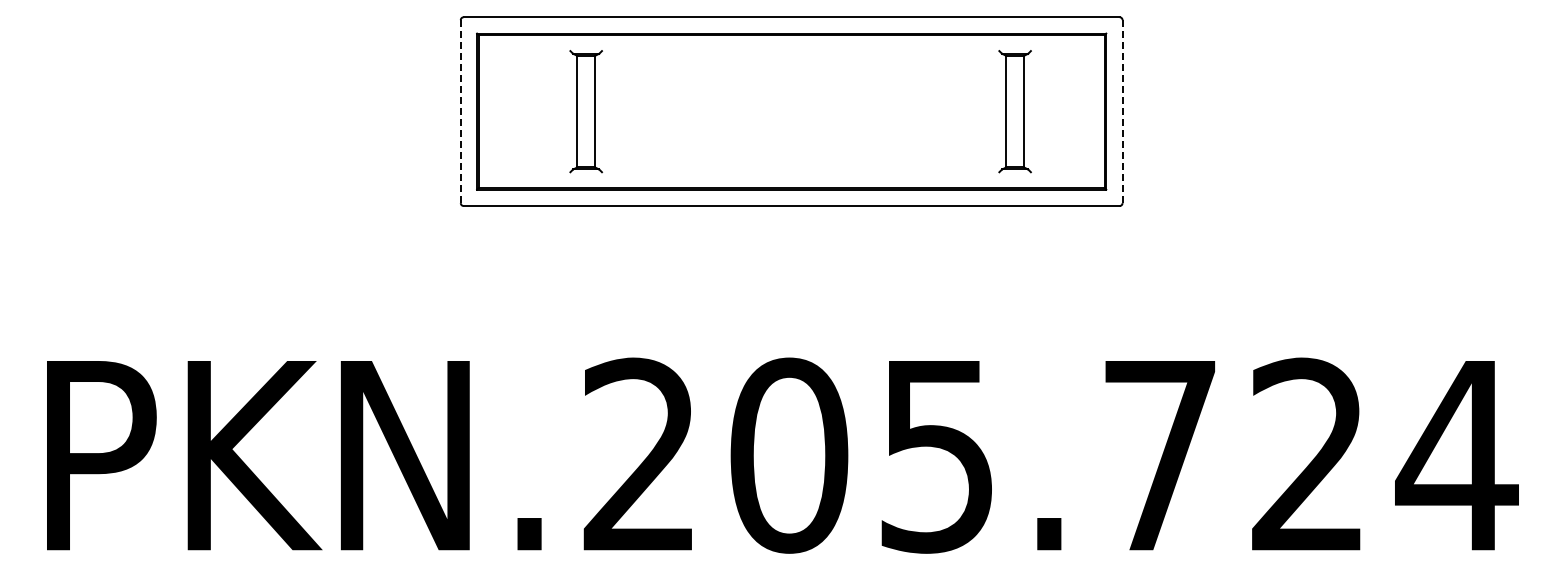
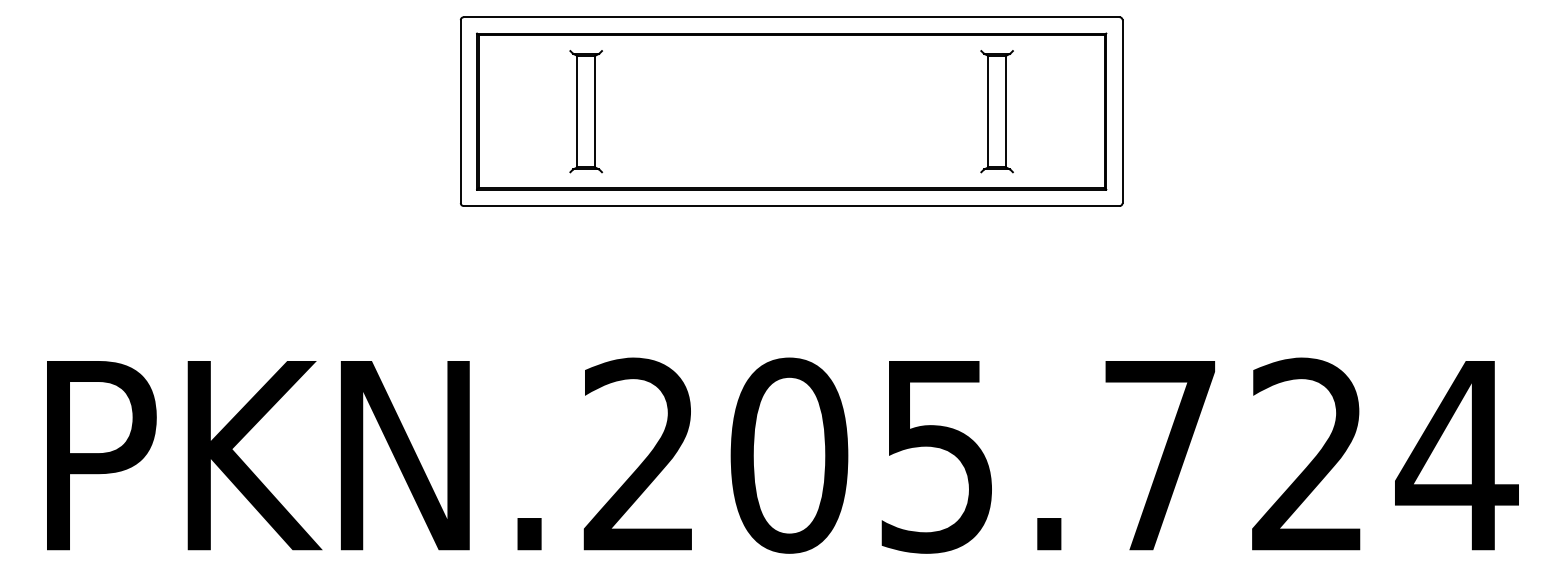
line at (460, 111): dashed -> solid
part at (1014, 111) position: (1014, 111) -> (996, 111)
line at (1122, 111): dashed -> solid
